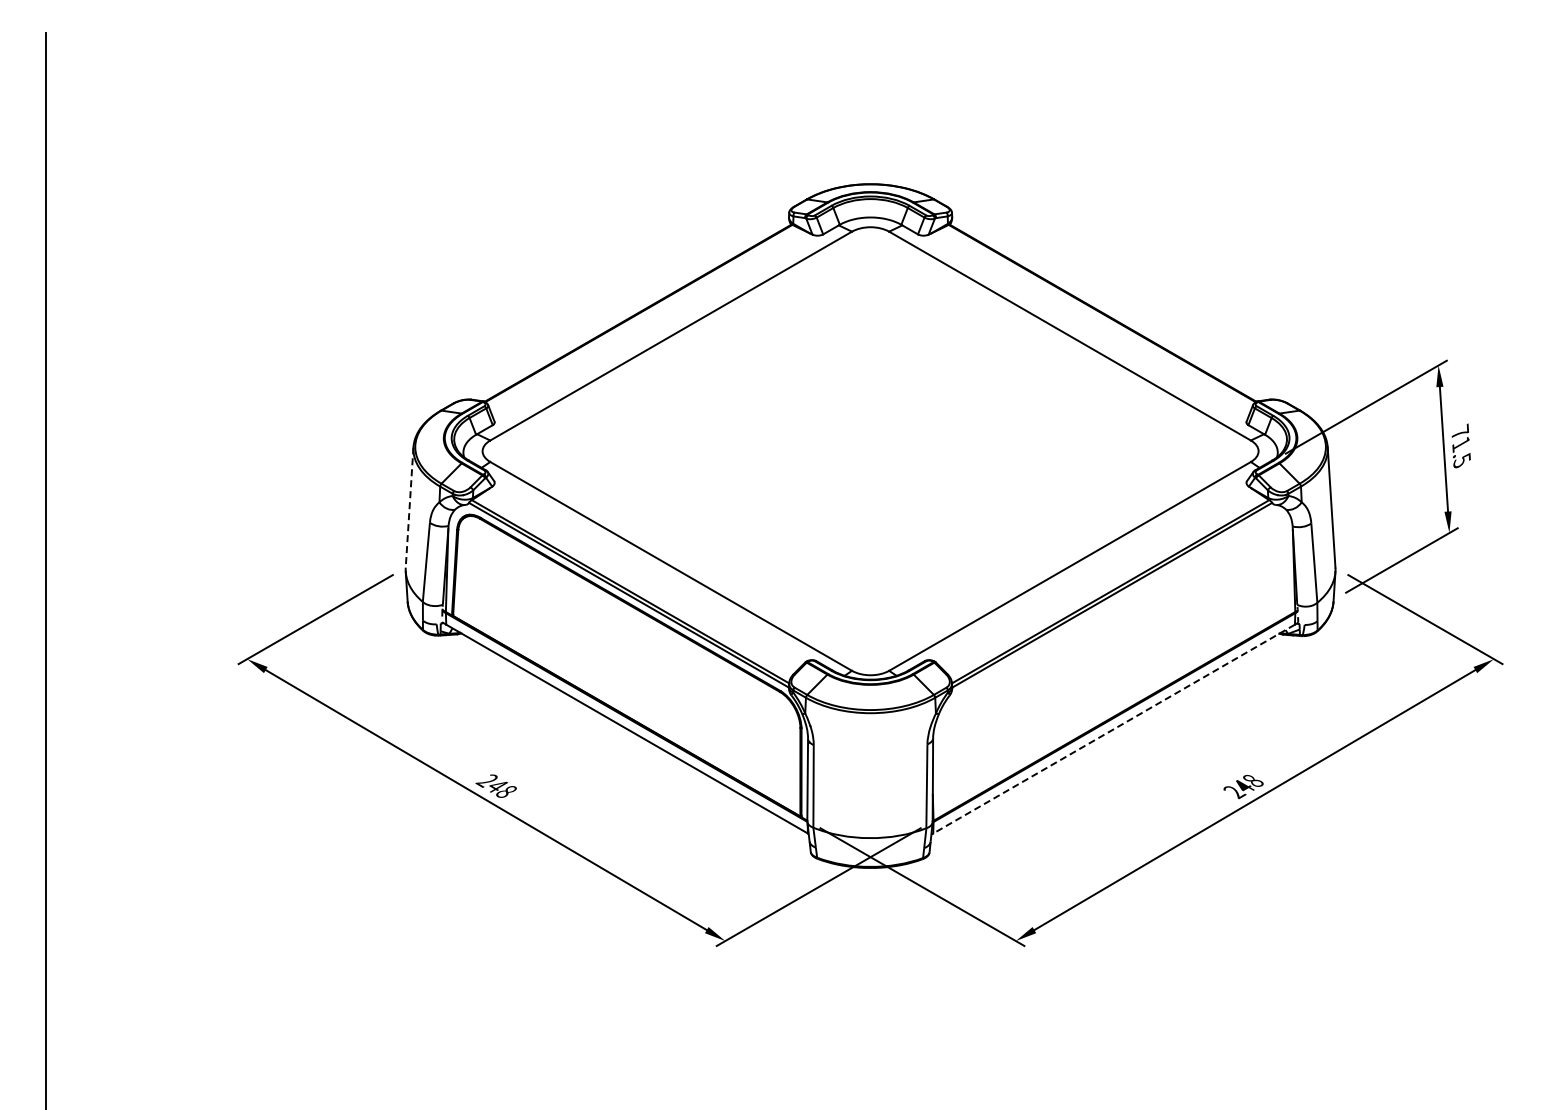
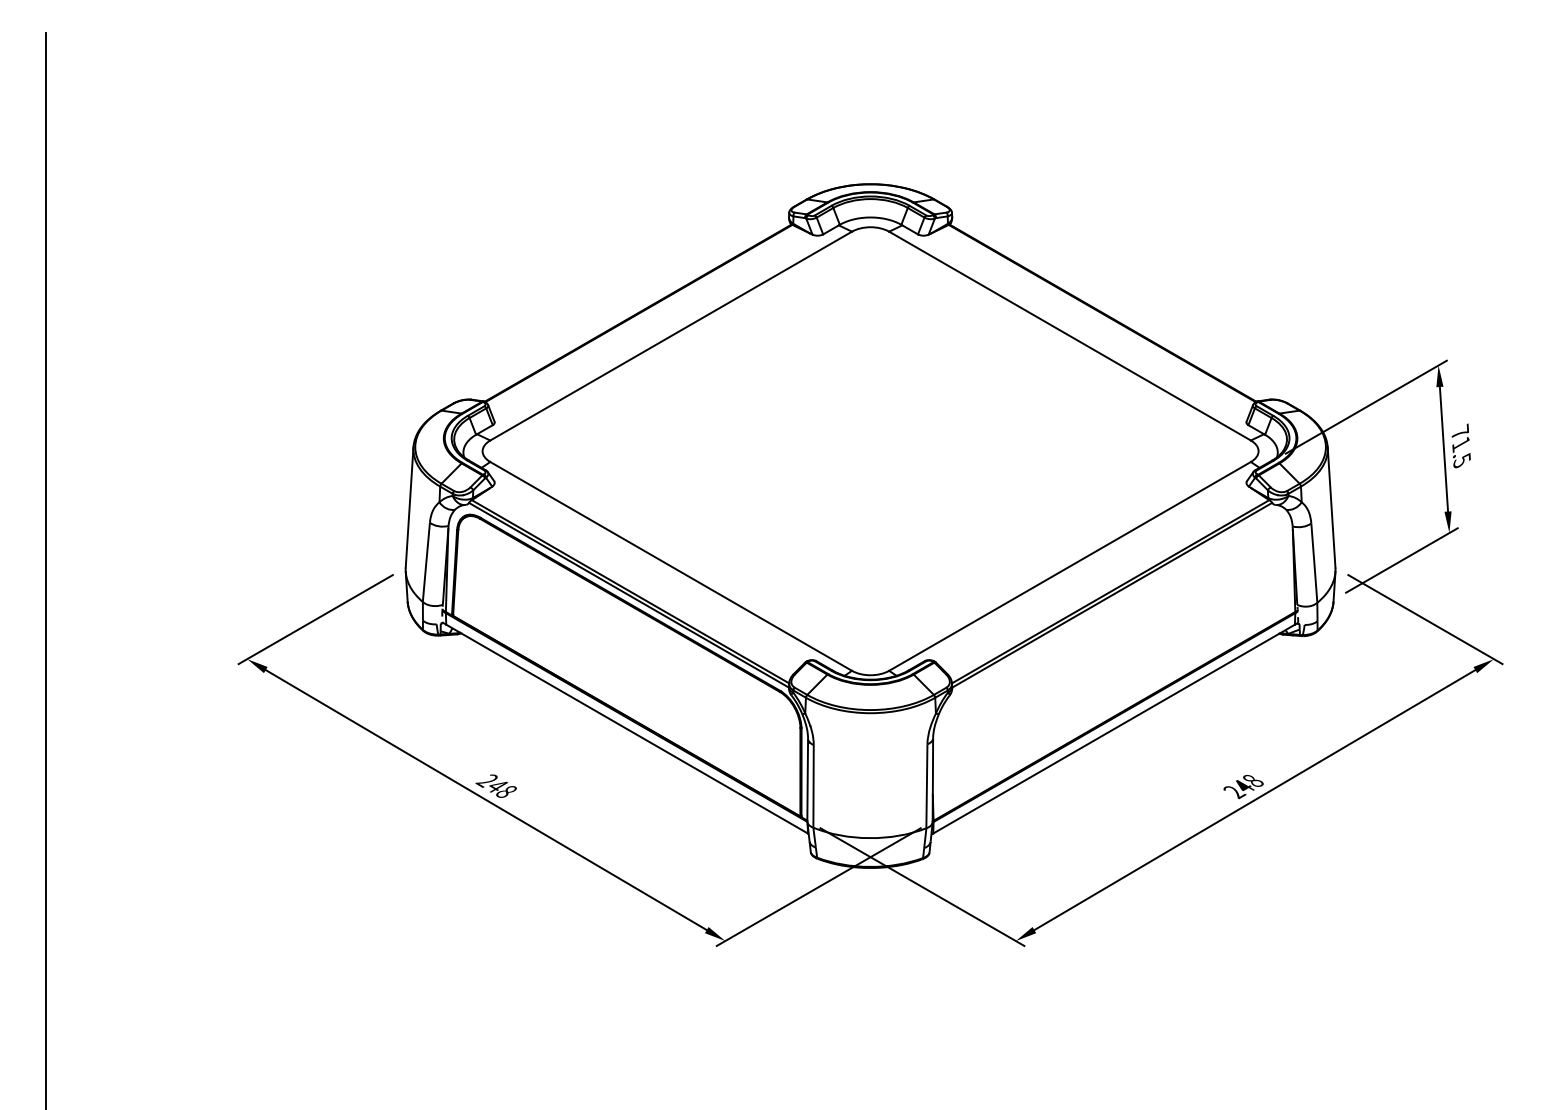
line at (409, 507): dashed -> solid
line at (1114, 729): dashed -> solid
